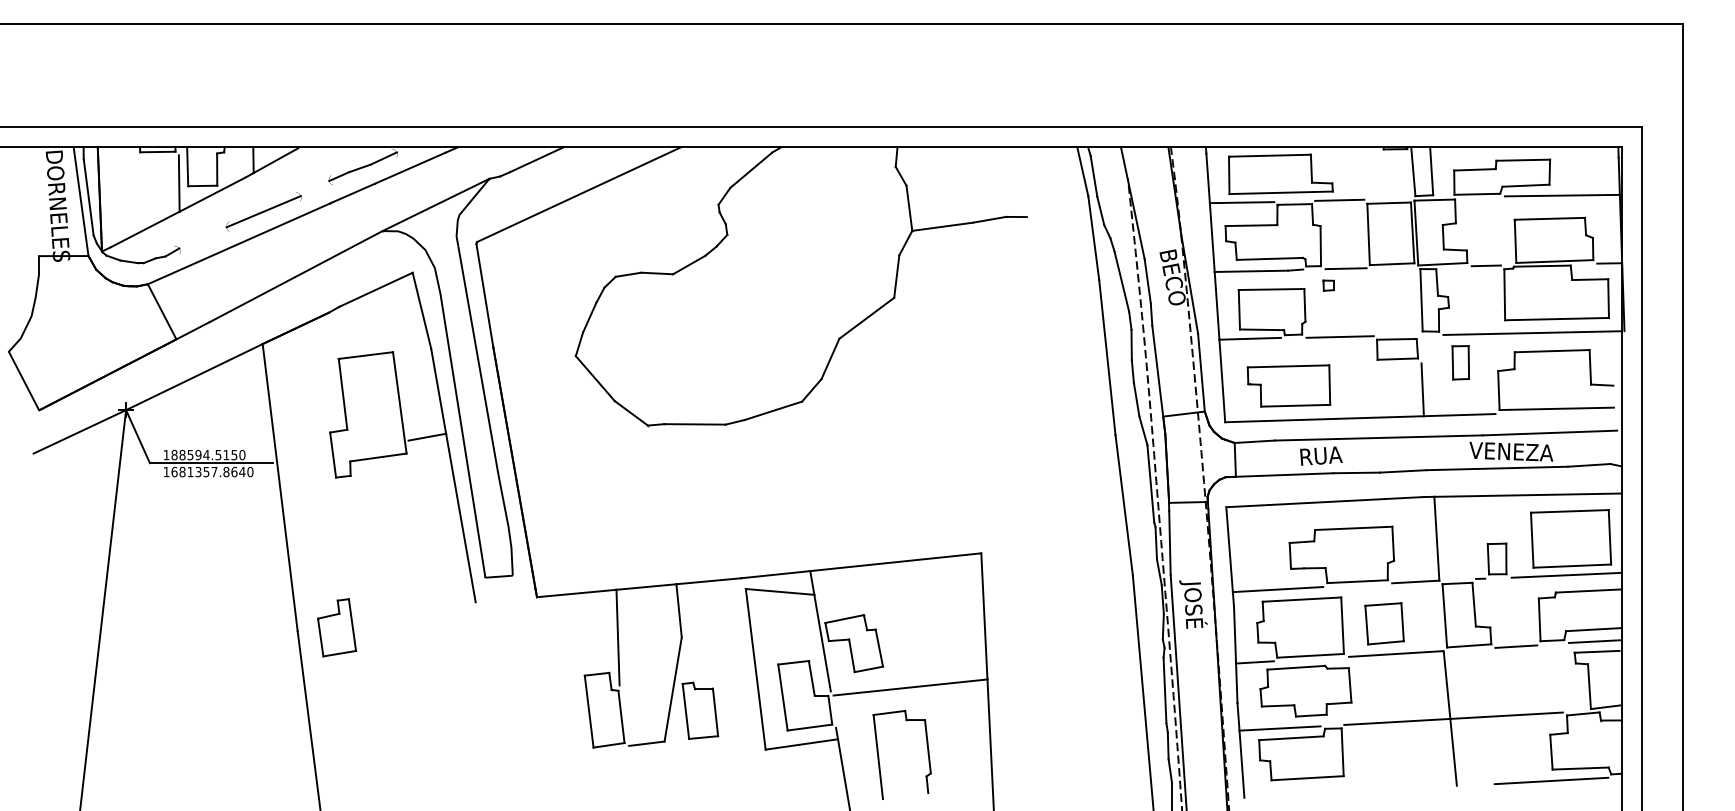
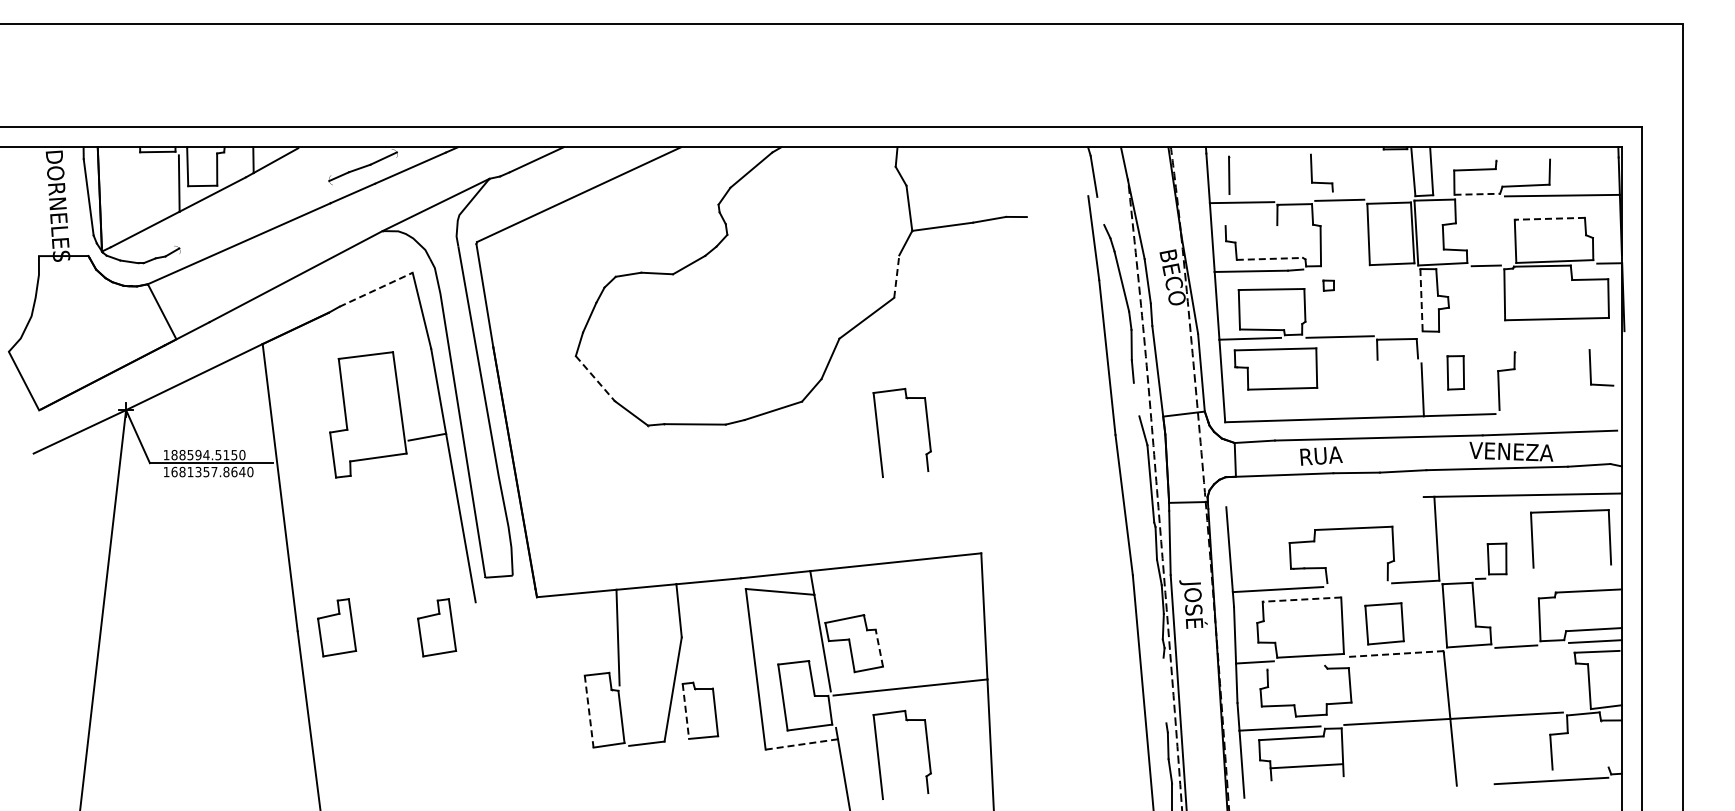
line at (1269, 155): present -> none
line at (1523, 159): present -> none
line at (1082, 171): present -> none
line at (1280, 192): present -> none
line at (1477, 194): solid -> dashed
line at (80, 201): present -> none
line at (1100, 210): present -> none
part at (263, 211): present -> none
line at (1549, 218): solid -> dashed
line at (1251, 225): present -> none
line at (1270, 258): solid -> dashed
line at (1345, 268): present -> none
line at (896, 276): solid -> dashed
line at (376, 289): solid -> dashed
line at (1421, 300): solid -> dashed
line at (1532, 332): present -> none
line at (1551, 351): present -> none
line at (1397, 358): present -> none
part at (1460, 362) position: (1460, 362) -> (1455, 372)
line at (595, 378): solid -> dashed
part at (1288, 385) position: (1288, 385) -> (1275, 368)
line at (1136, 399): present -> none
line at (1556, 408): present -> none
part at (879, 434): none -> present
line at (1324, 502): present -> none
line at (1572, 565): present -> none
line at (1566, 574): present -> none
line at (1357, 581): present -> none
line at (1301, 599): solid -> dashed
part at (437, 627): none -> present
line at (879, 648): solid -> dashed
line at (1396, 653): solid -> dashed
line at (1296, 667): present -> none
line at (1164, 690): present -> none
line at (685, 711): solid -> dashed
line at (589, 712): solid -> dashed
line at (801, 744): solid -> dashed
line at (1580, 768): present -> none
line at (1307, 778) position: (1307, 778) -> (1306, 766)
